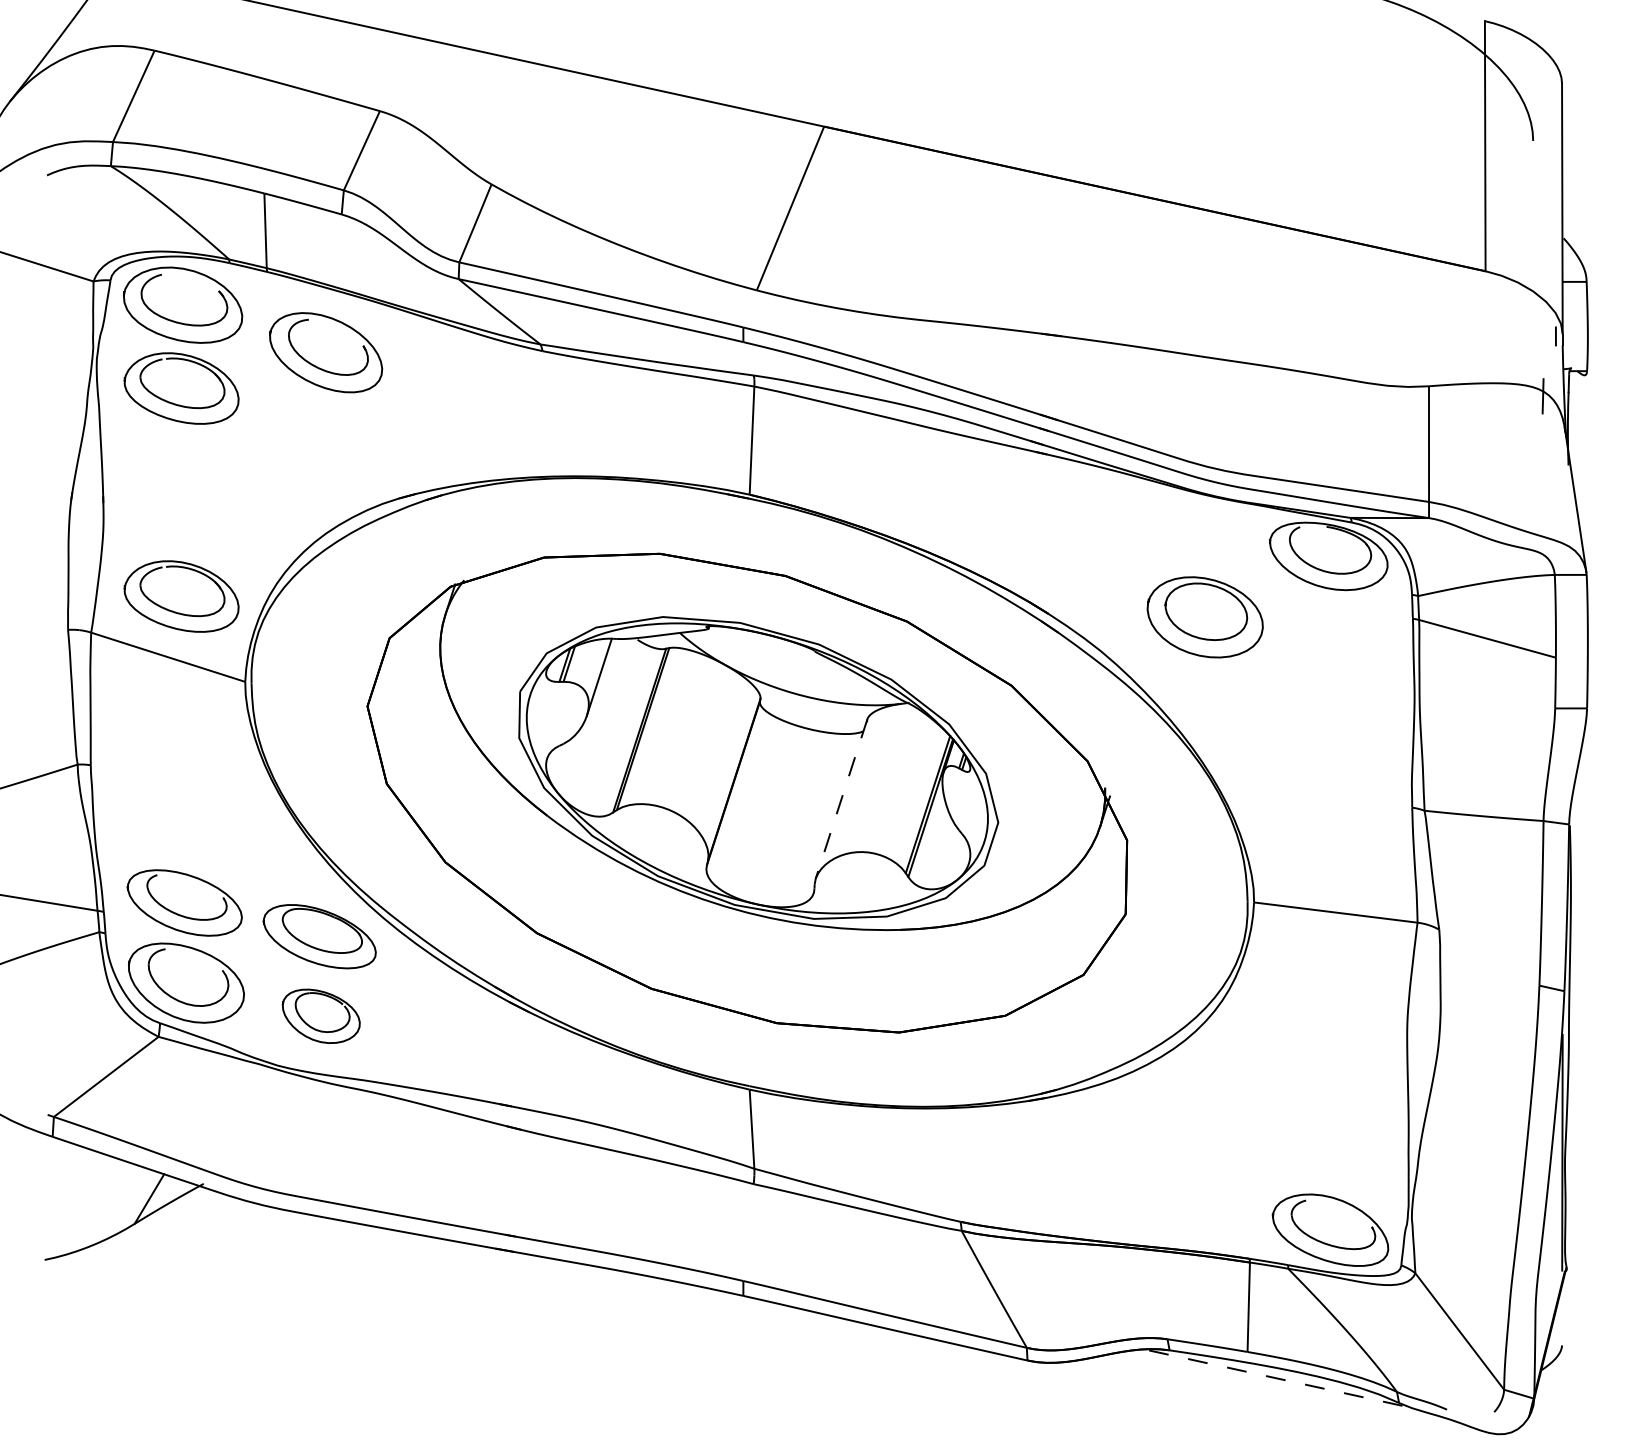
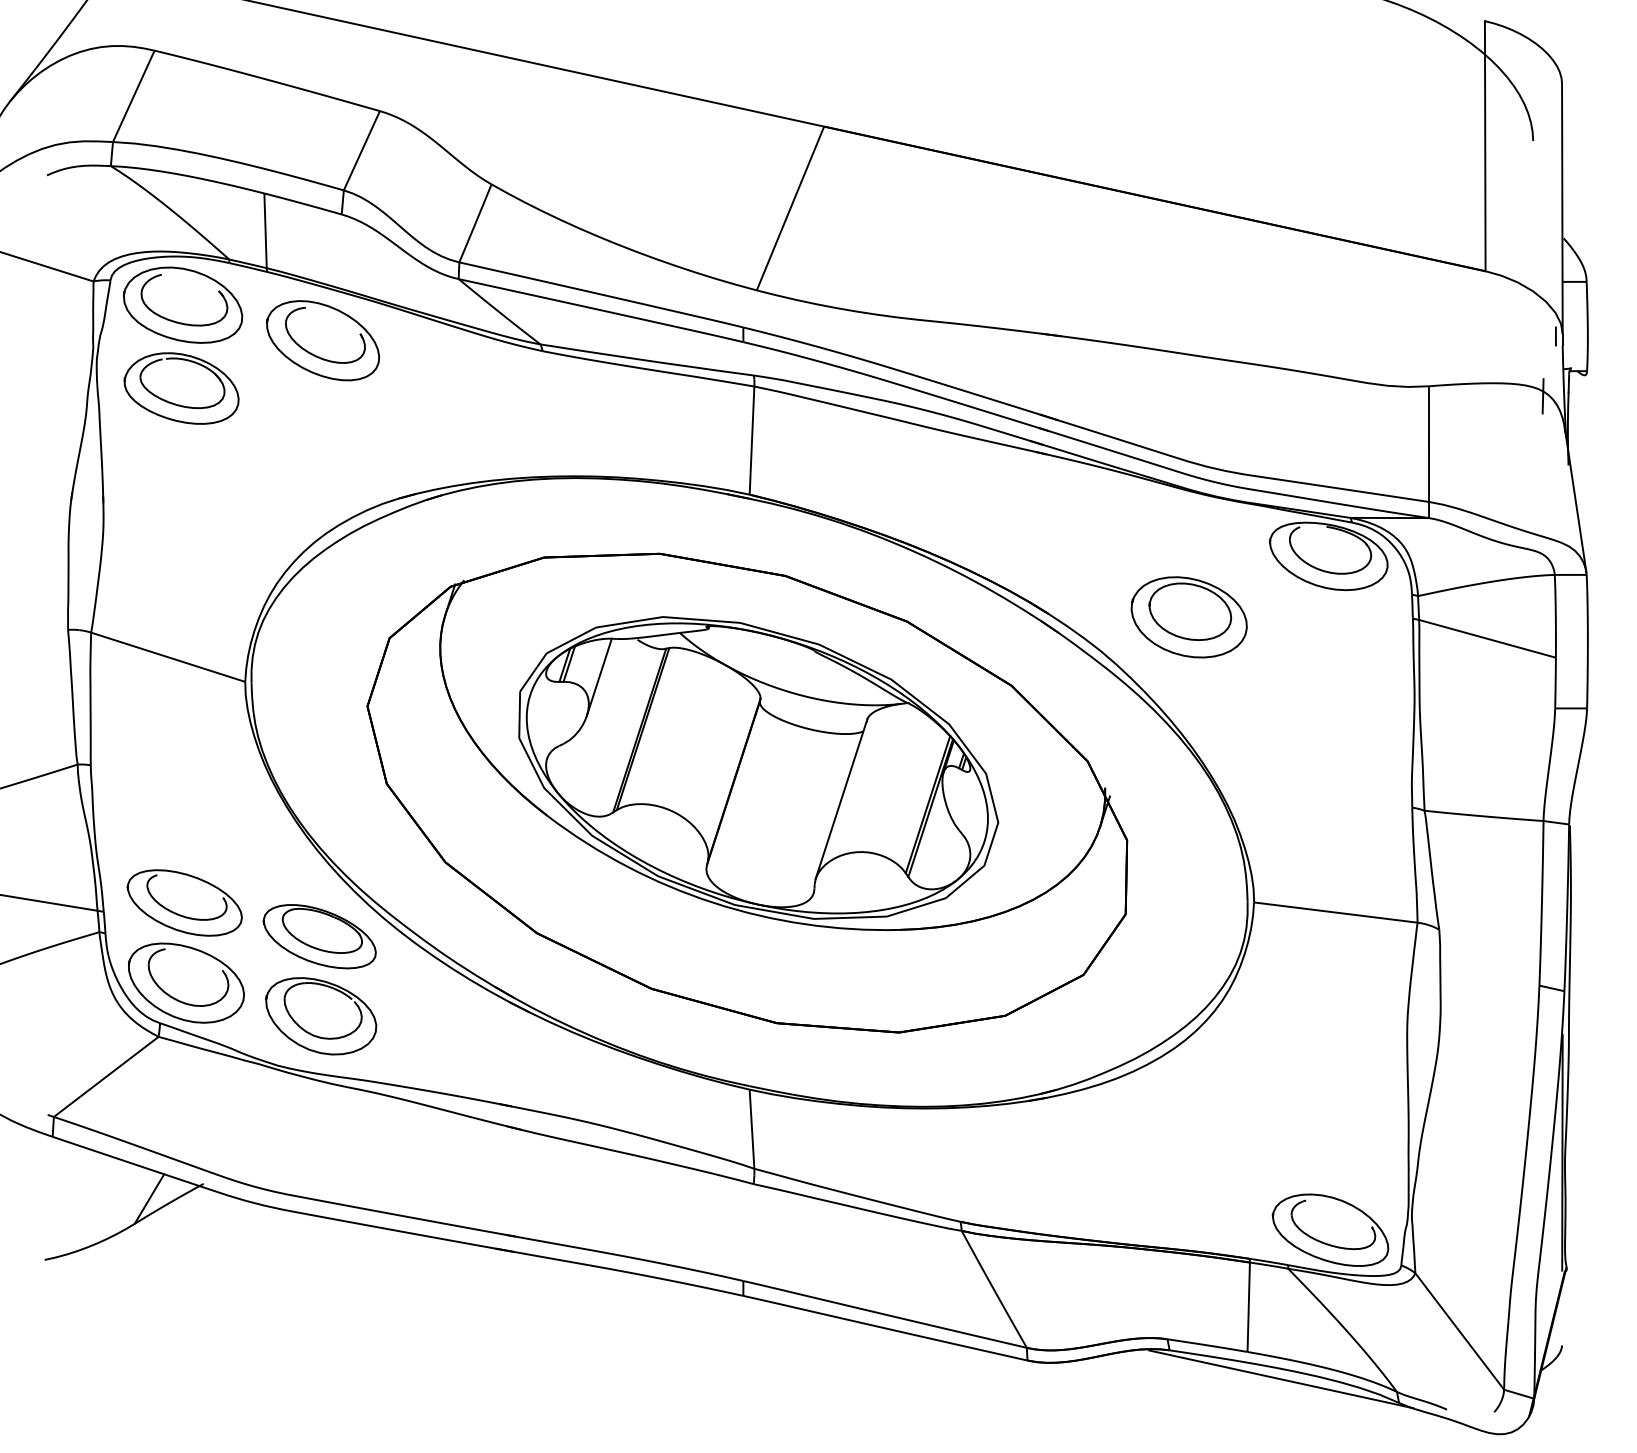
part at (326, 352) position: (326, 352) -> (323, 340)
part at (181, 596): present -> none
part at (1204, 617) position: (1204, 617) -> (1188, 617)
line at (841, 799): dashed -> solid
part at (320, 1015) size: 80x56 px -> 113x79 px
line at (1281, 1379): dashed -> solid
